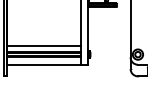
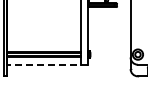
line at (43, 46): present -> none
line at (47, 64): solid -> dashed
